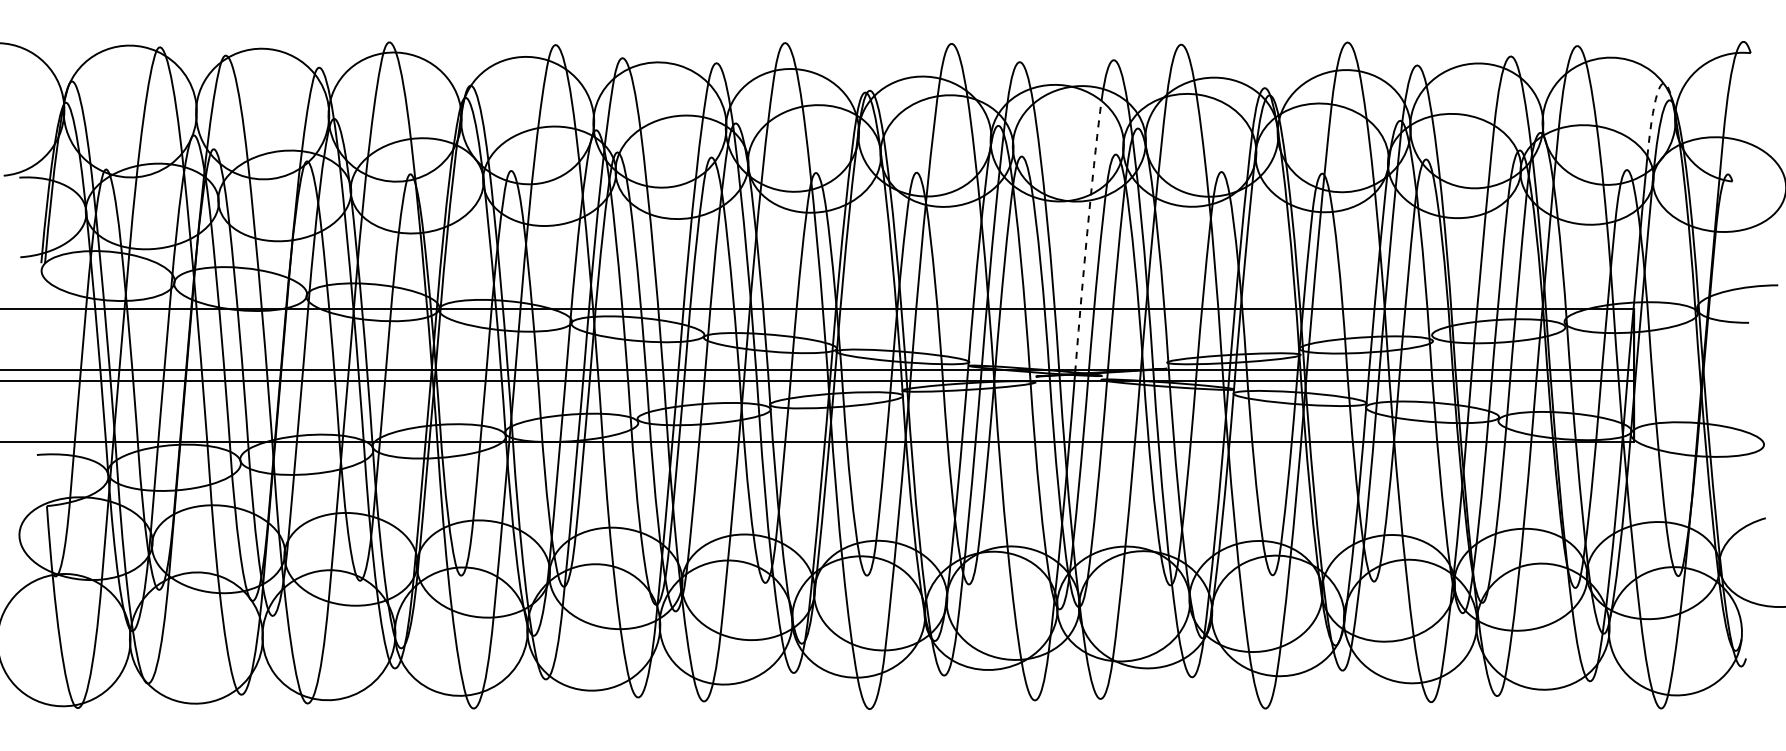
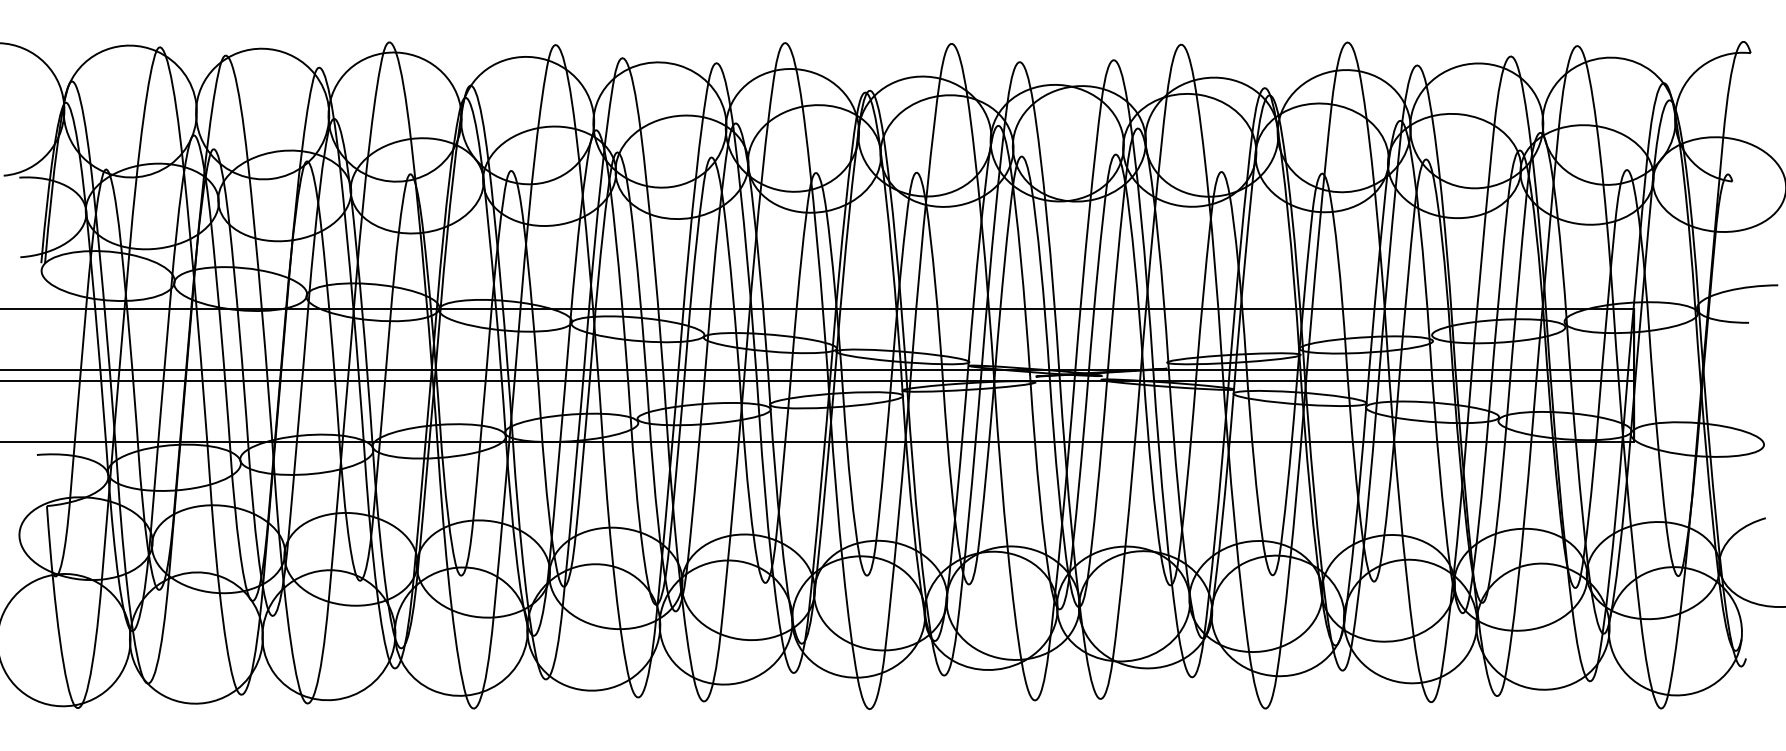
arc at (1654, 105): dashed -> solid
arc at (1087, 233): dashed -> solid
